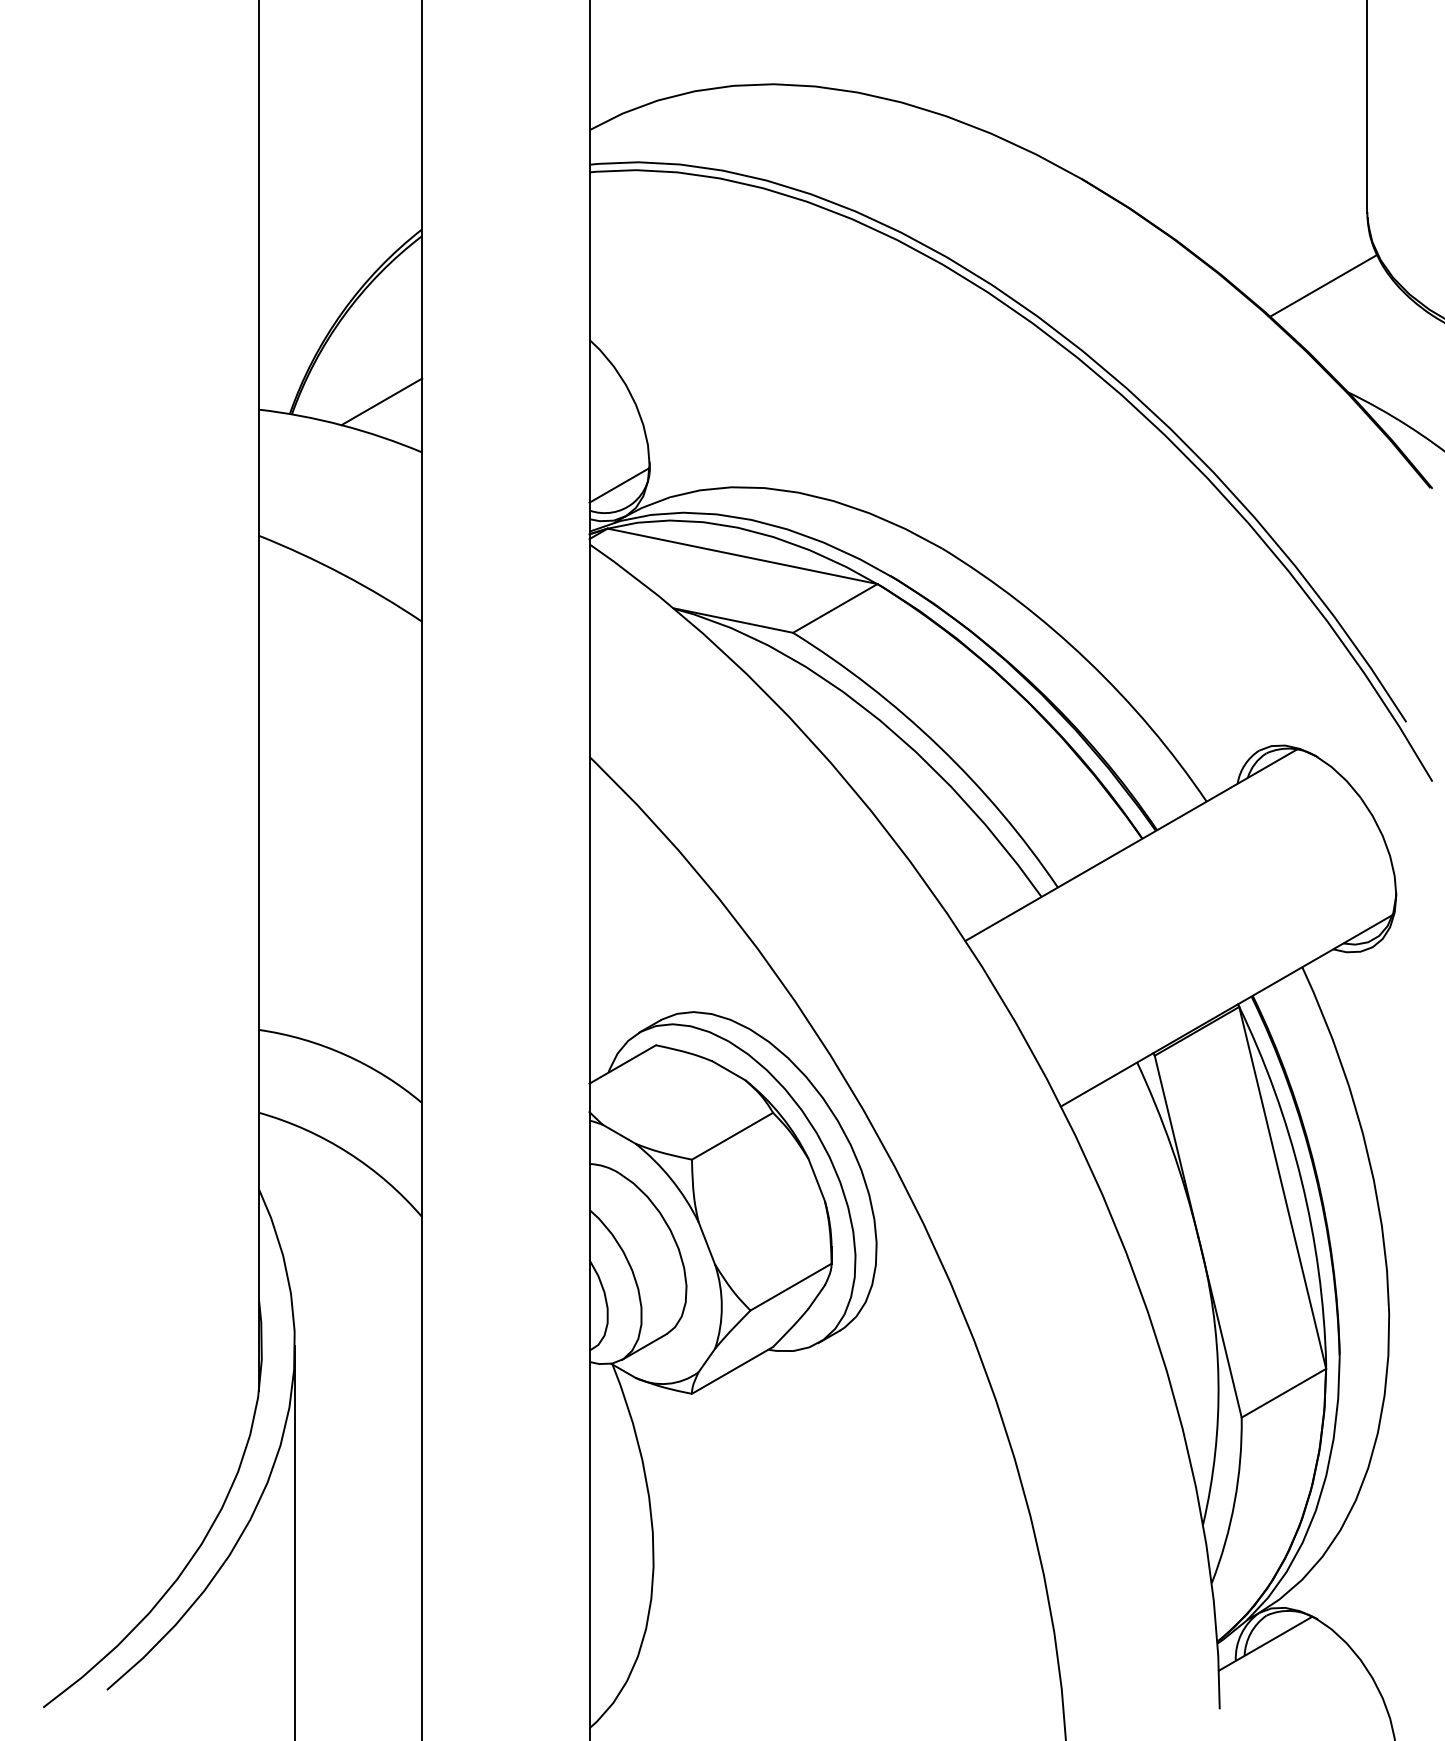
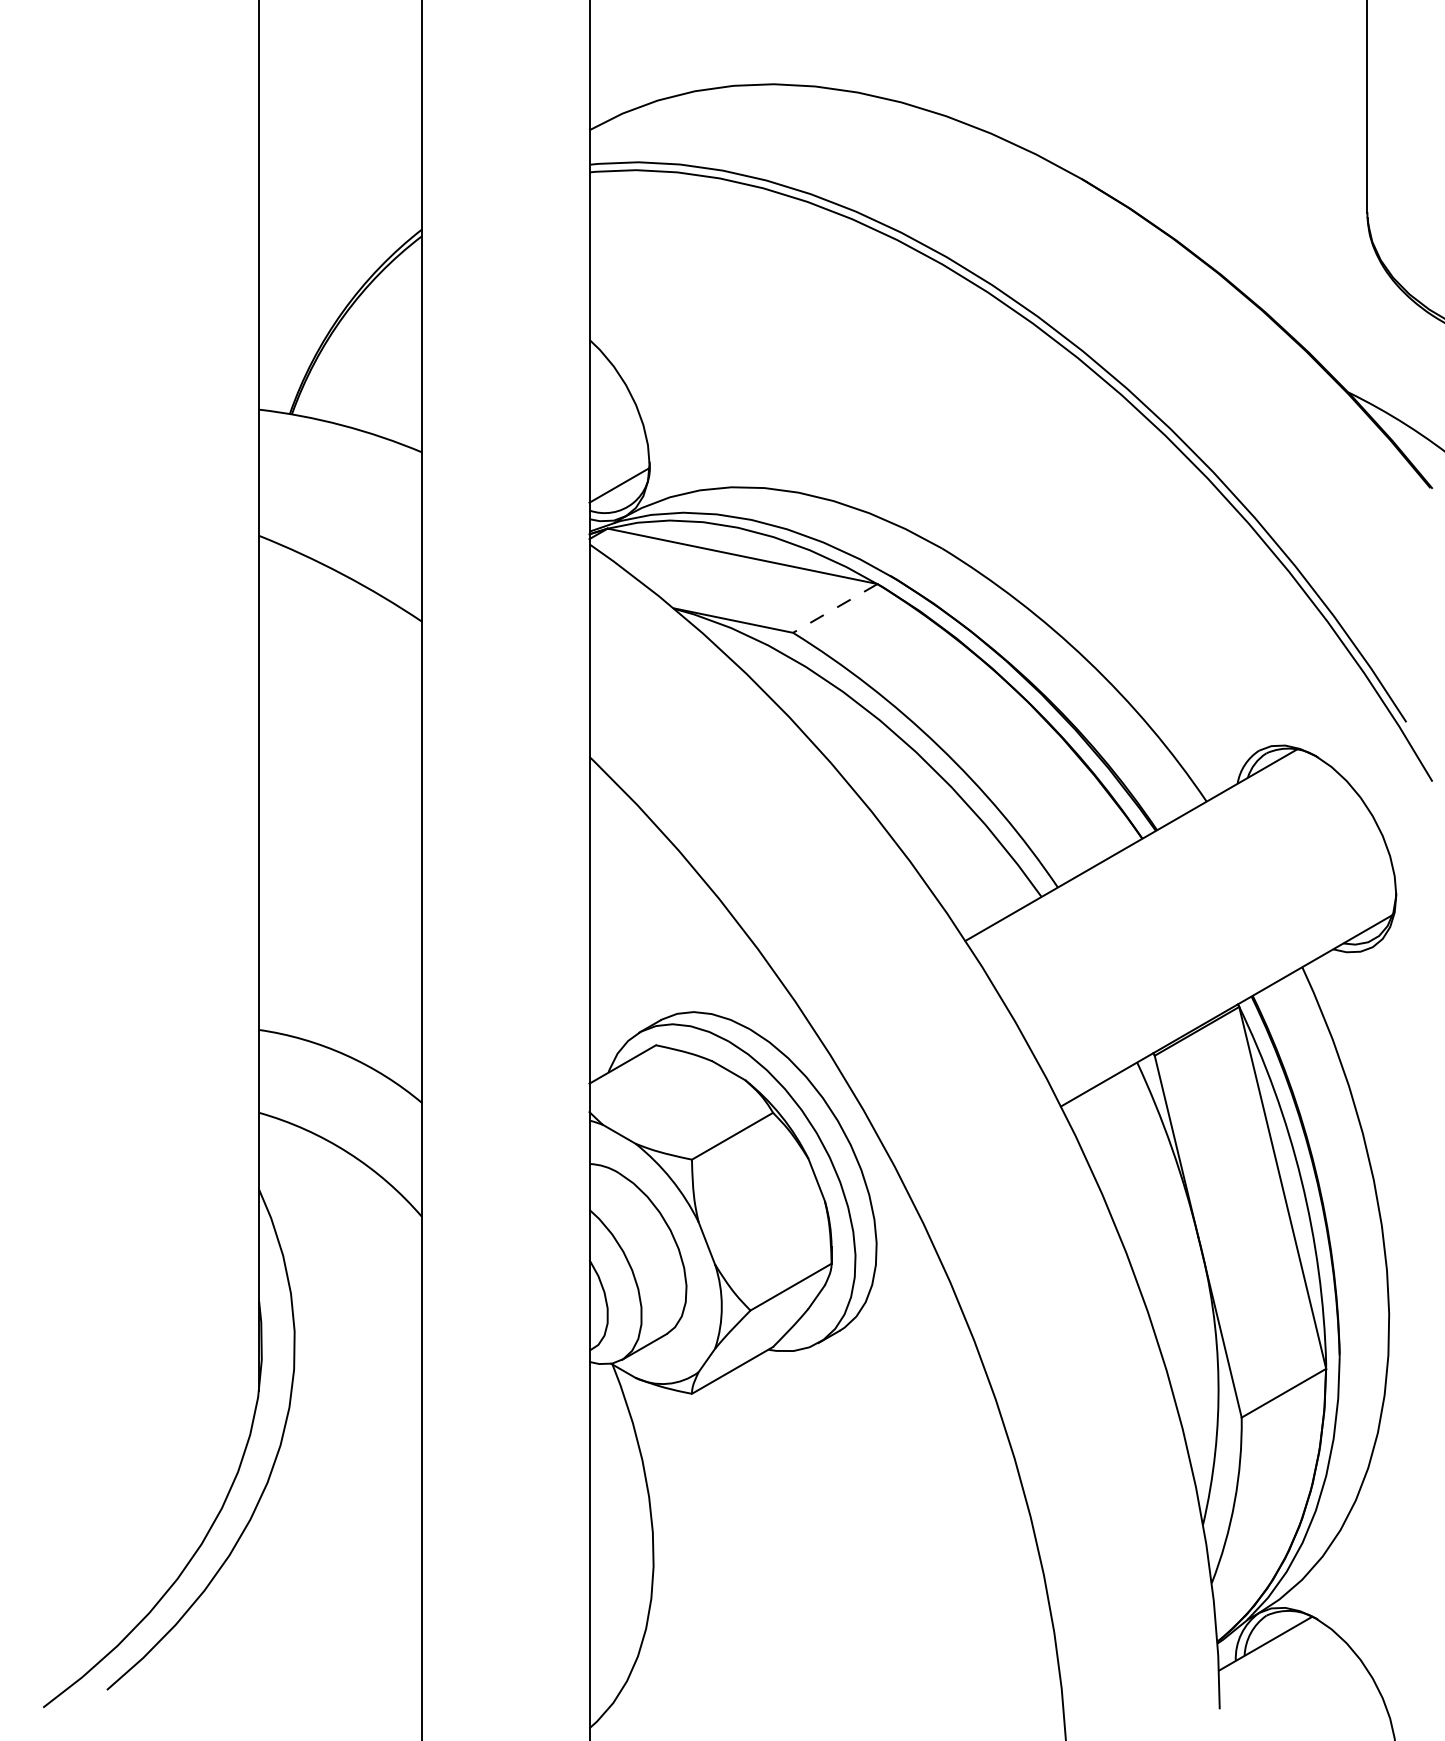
line at (1323, 285): present -> none
line at (381, 401): present -> none
line at (835, 608): solid -> dashed
line at (294, 1541): present -> none
